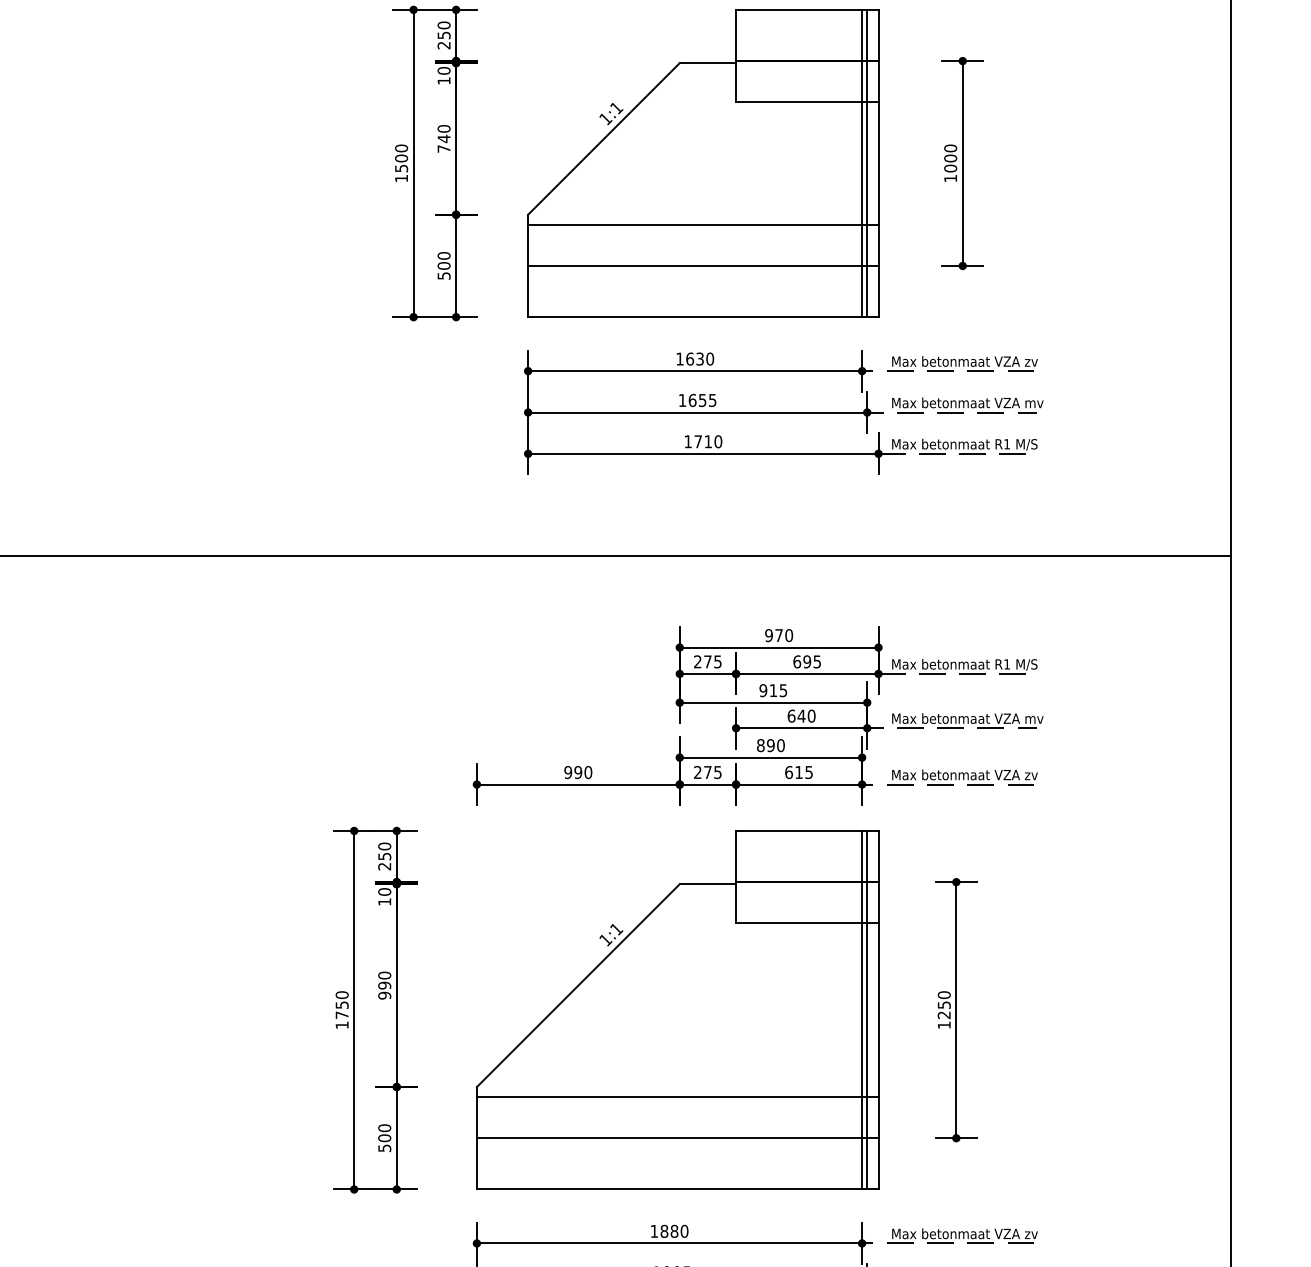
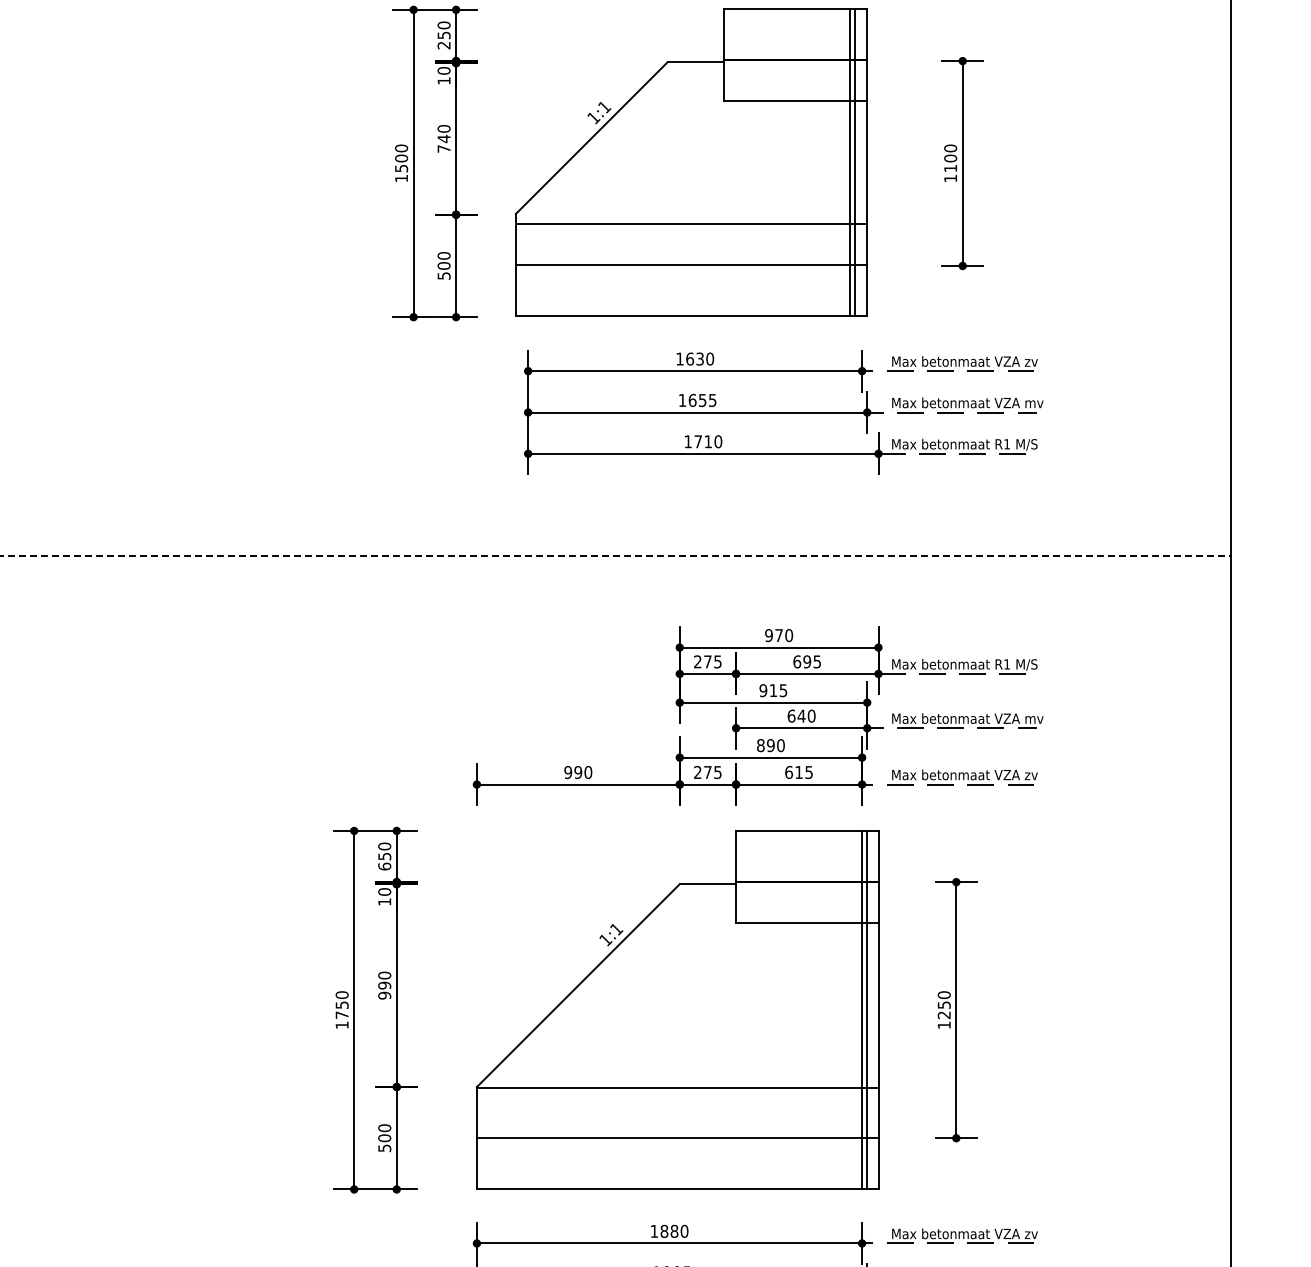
part at (703, 163) position: (703, 163) -> (691, 162)
text at (950, 168): 1000 -> 1100
line at (616, 556): solid -> dashed
text at (384, 866): 250 -> 650
line at (677, 1097) position: (677, 1097) -> (677, 1088)
